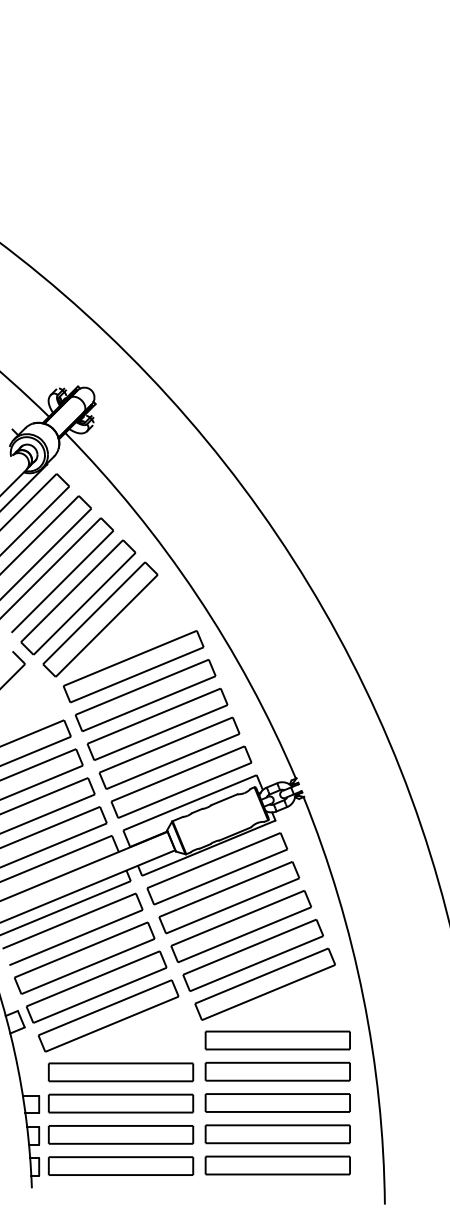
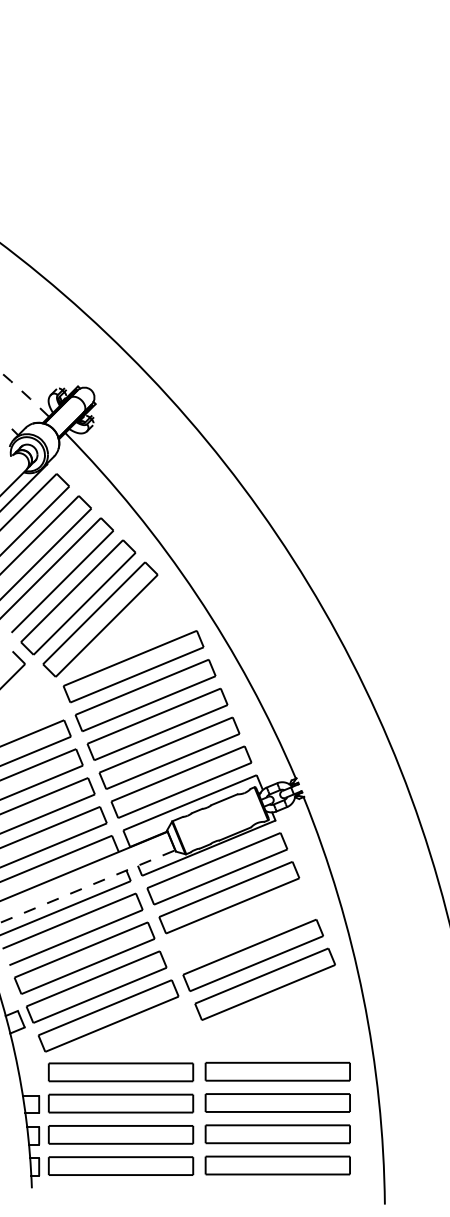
arc at (25, 394): solid -> dashed
line at (88, 886): solid -> dashed
part at (241, 926): present -> none
part at (277, 1040): present -> none
